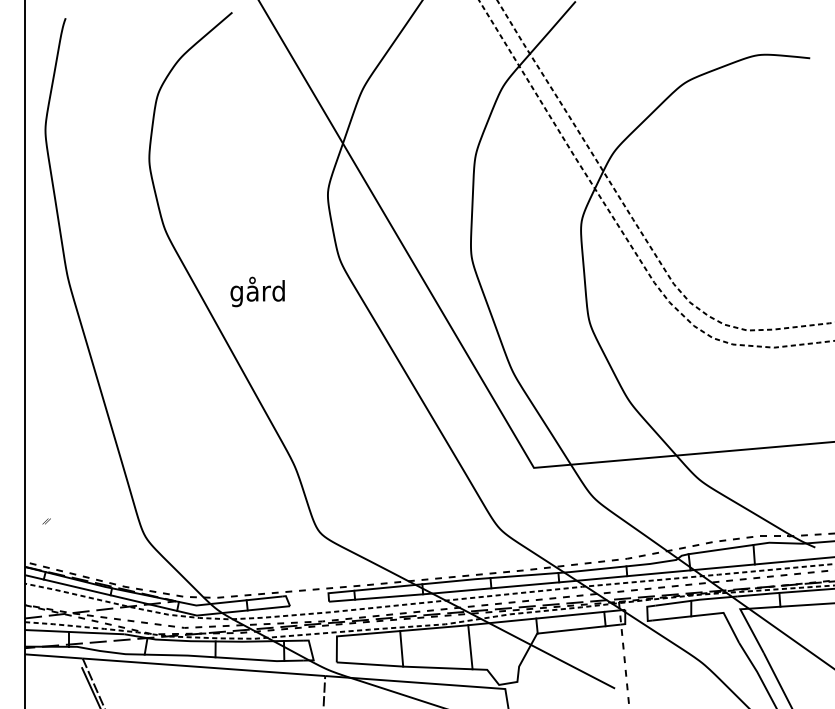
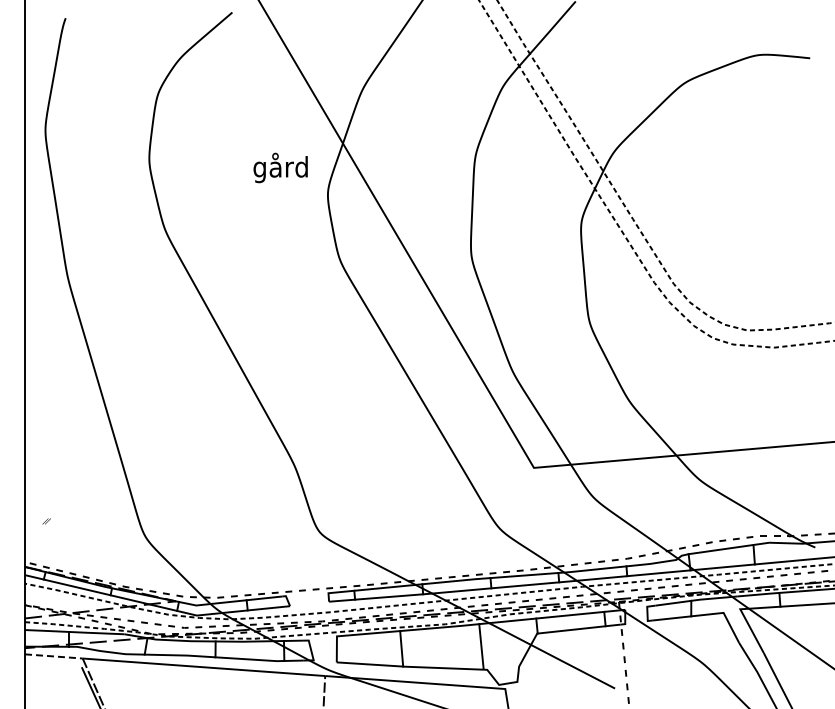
text at (257, 291) position: (257, 291) -> (280, 167)
line at (470, 647) position: (470, 647) -> (481, 646)
line at (53, 656): solid -> dashed
